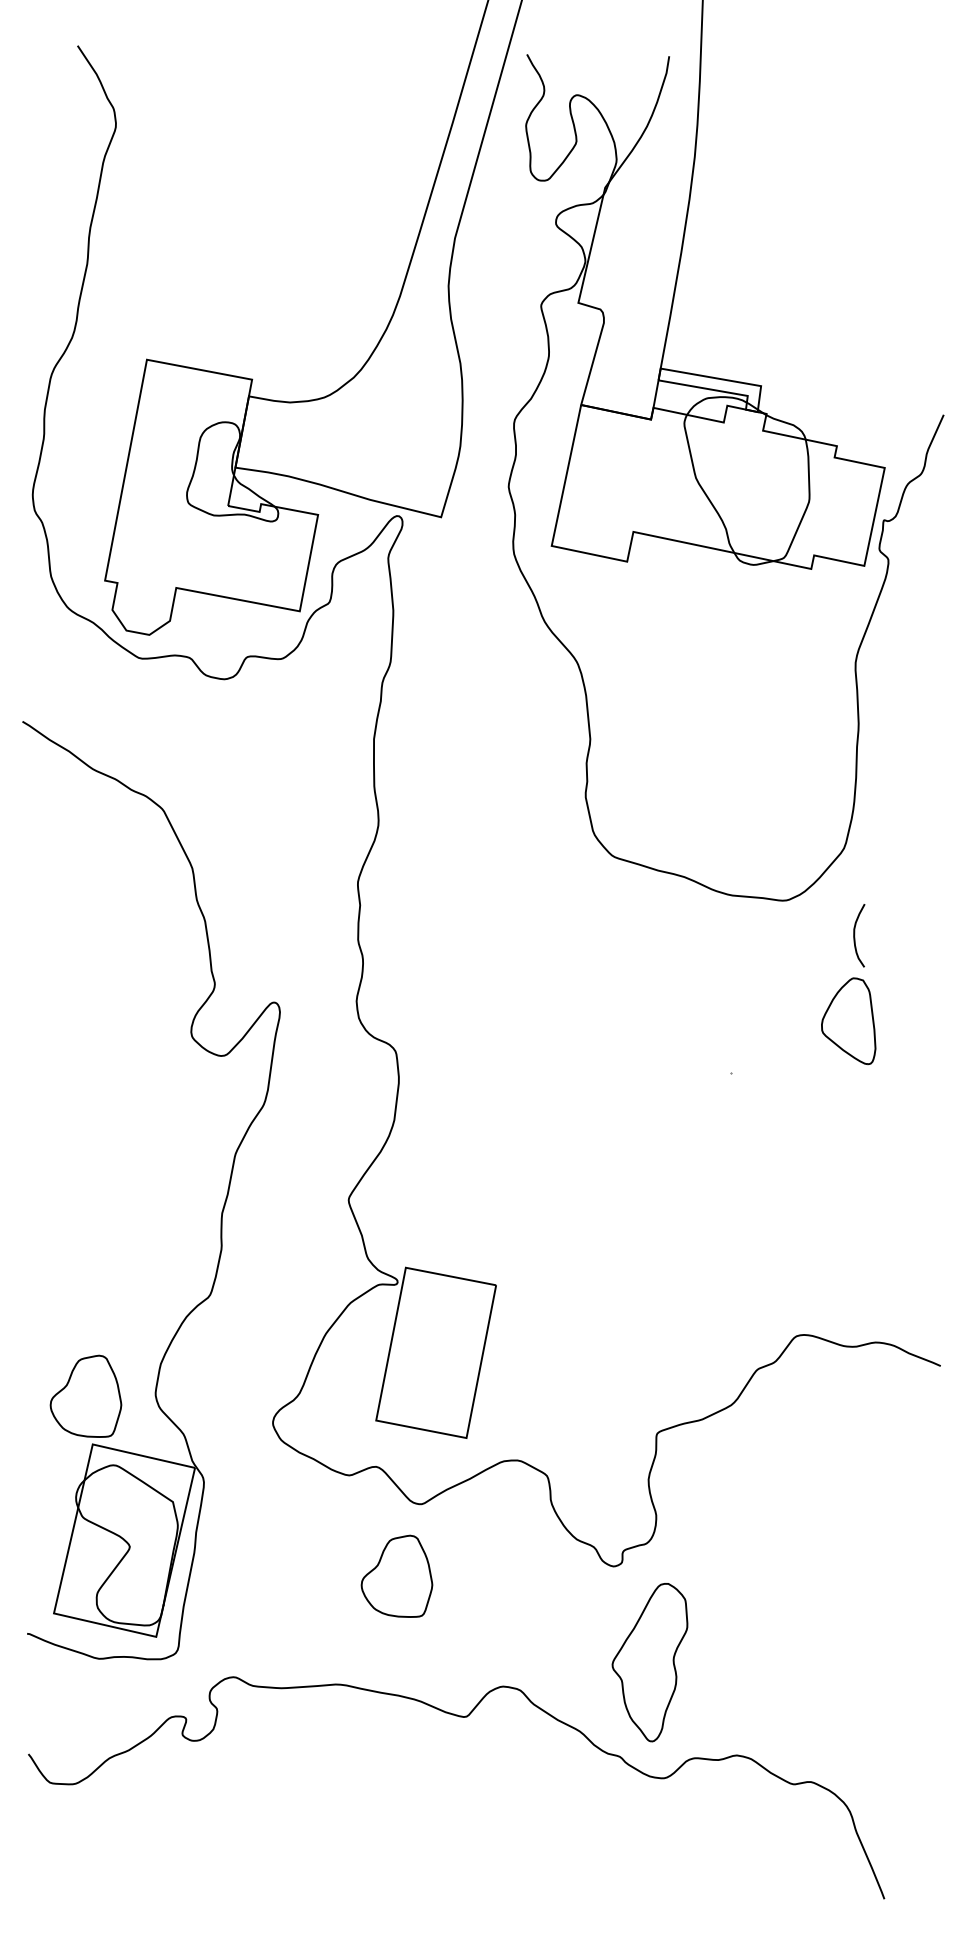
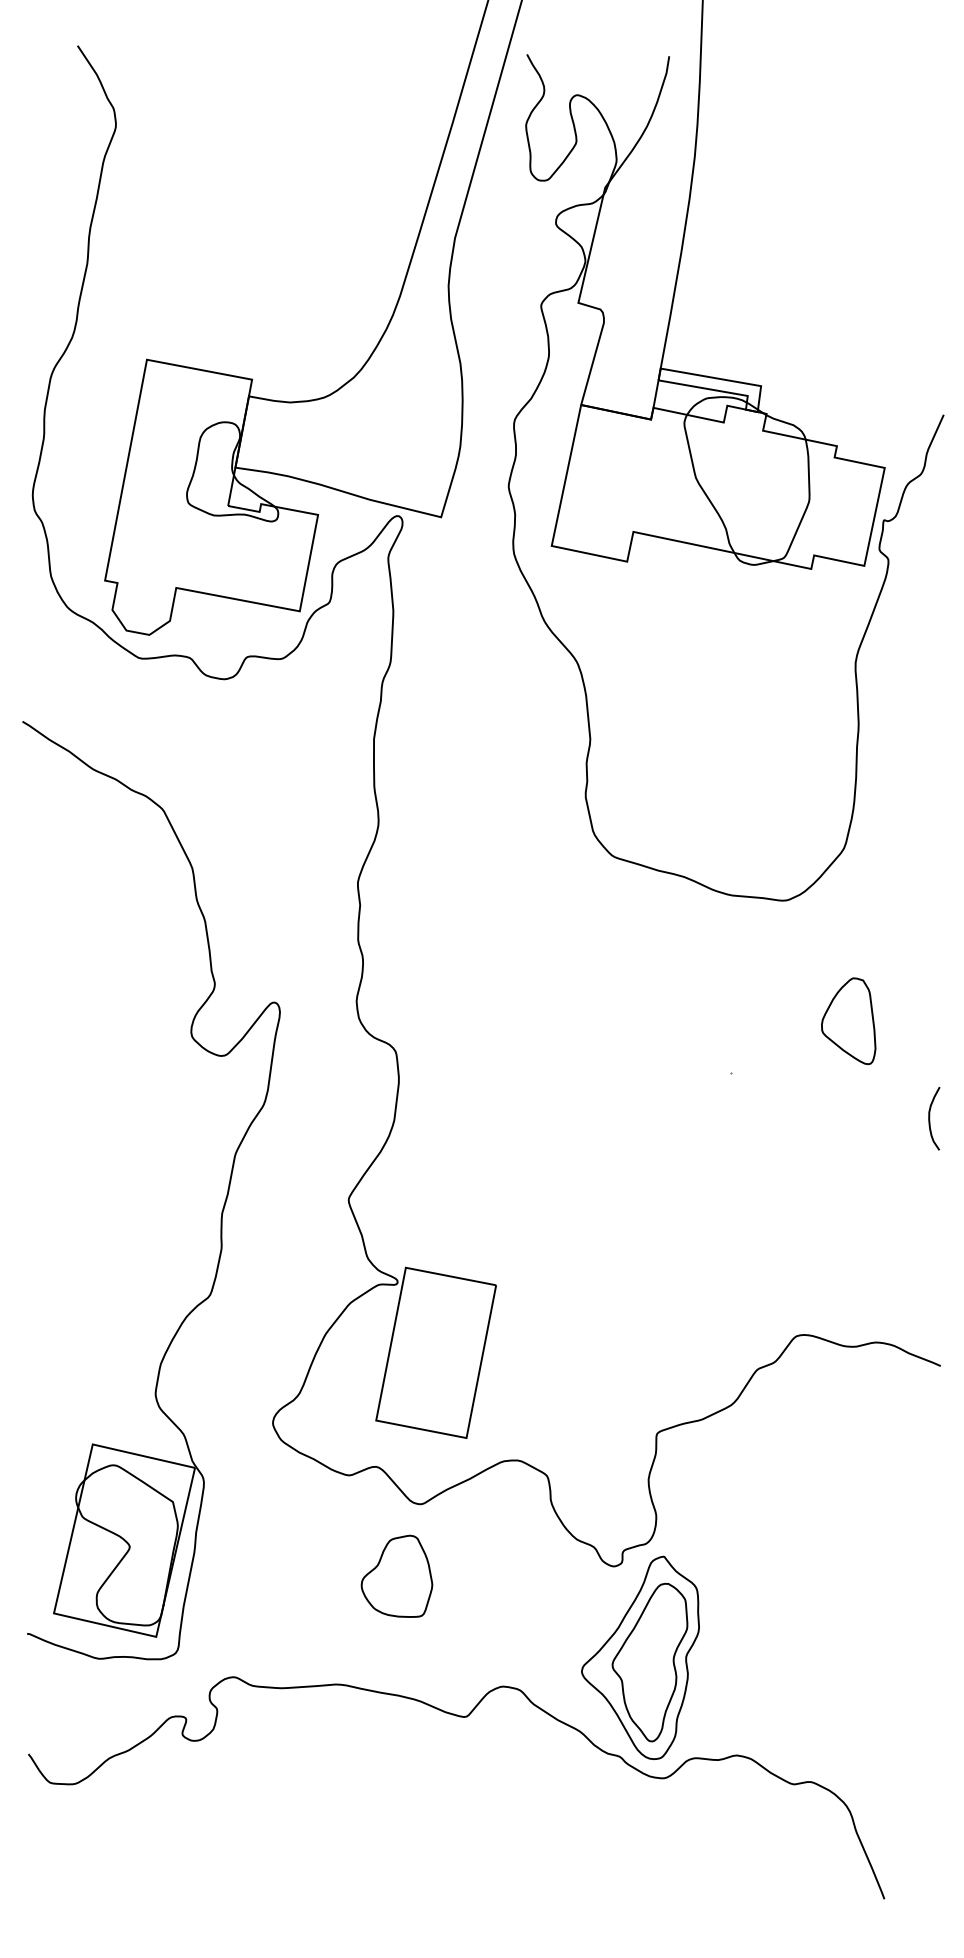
curve at (855, 935) position: (855, 935) -> (930, 1118)
part at (85, 1395): present -> none
part at (640, 1657): none -> present
